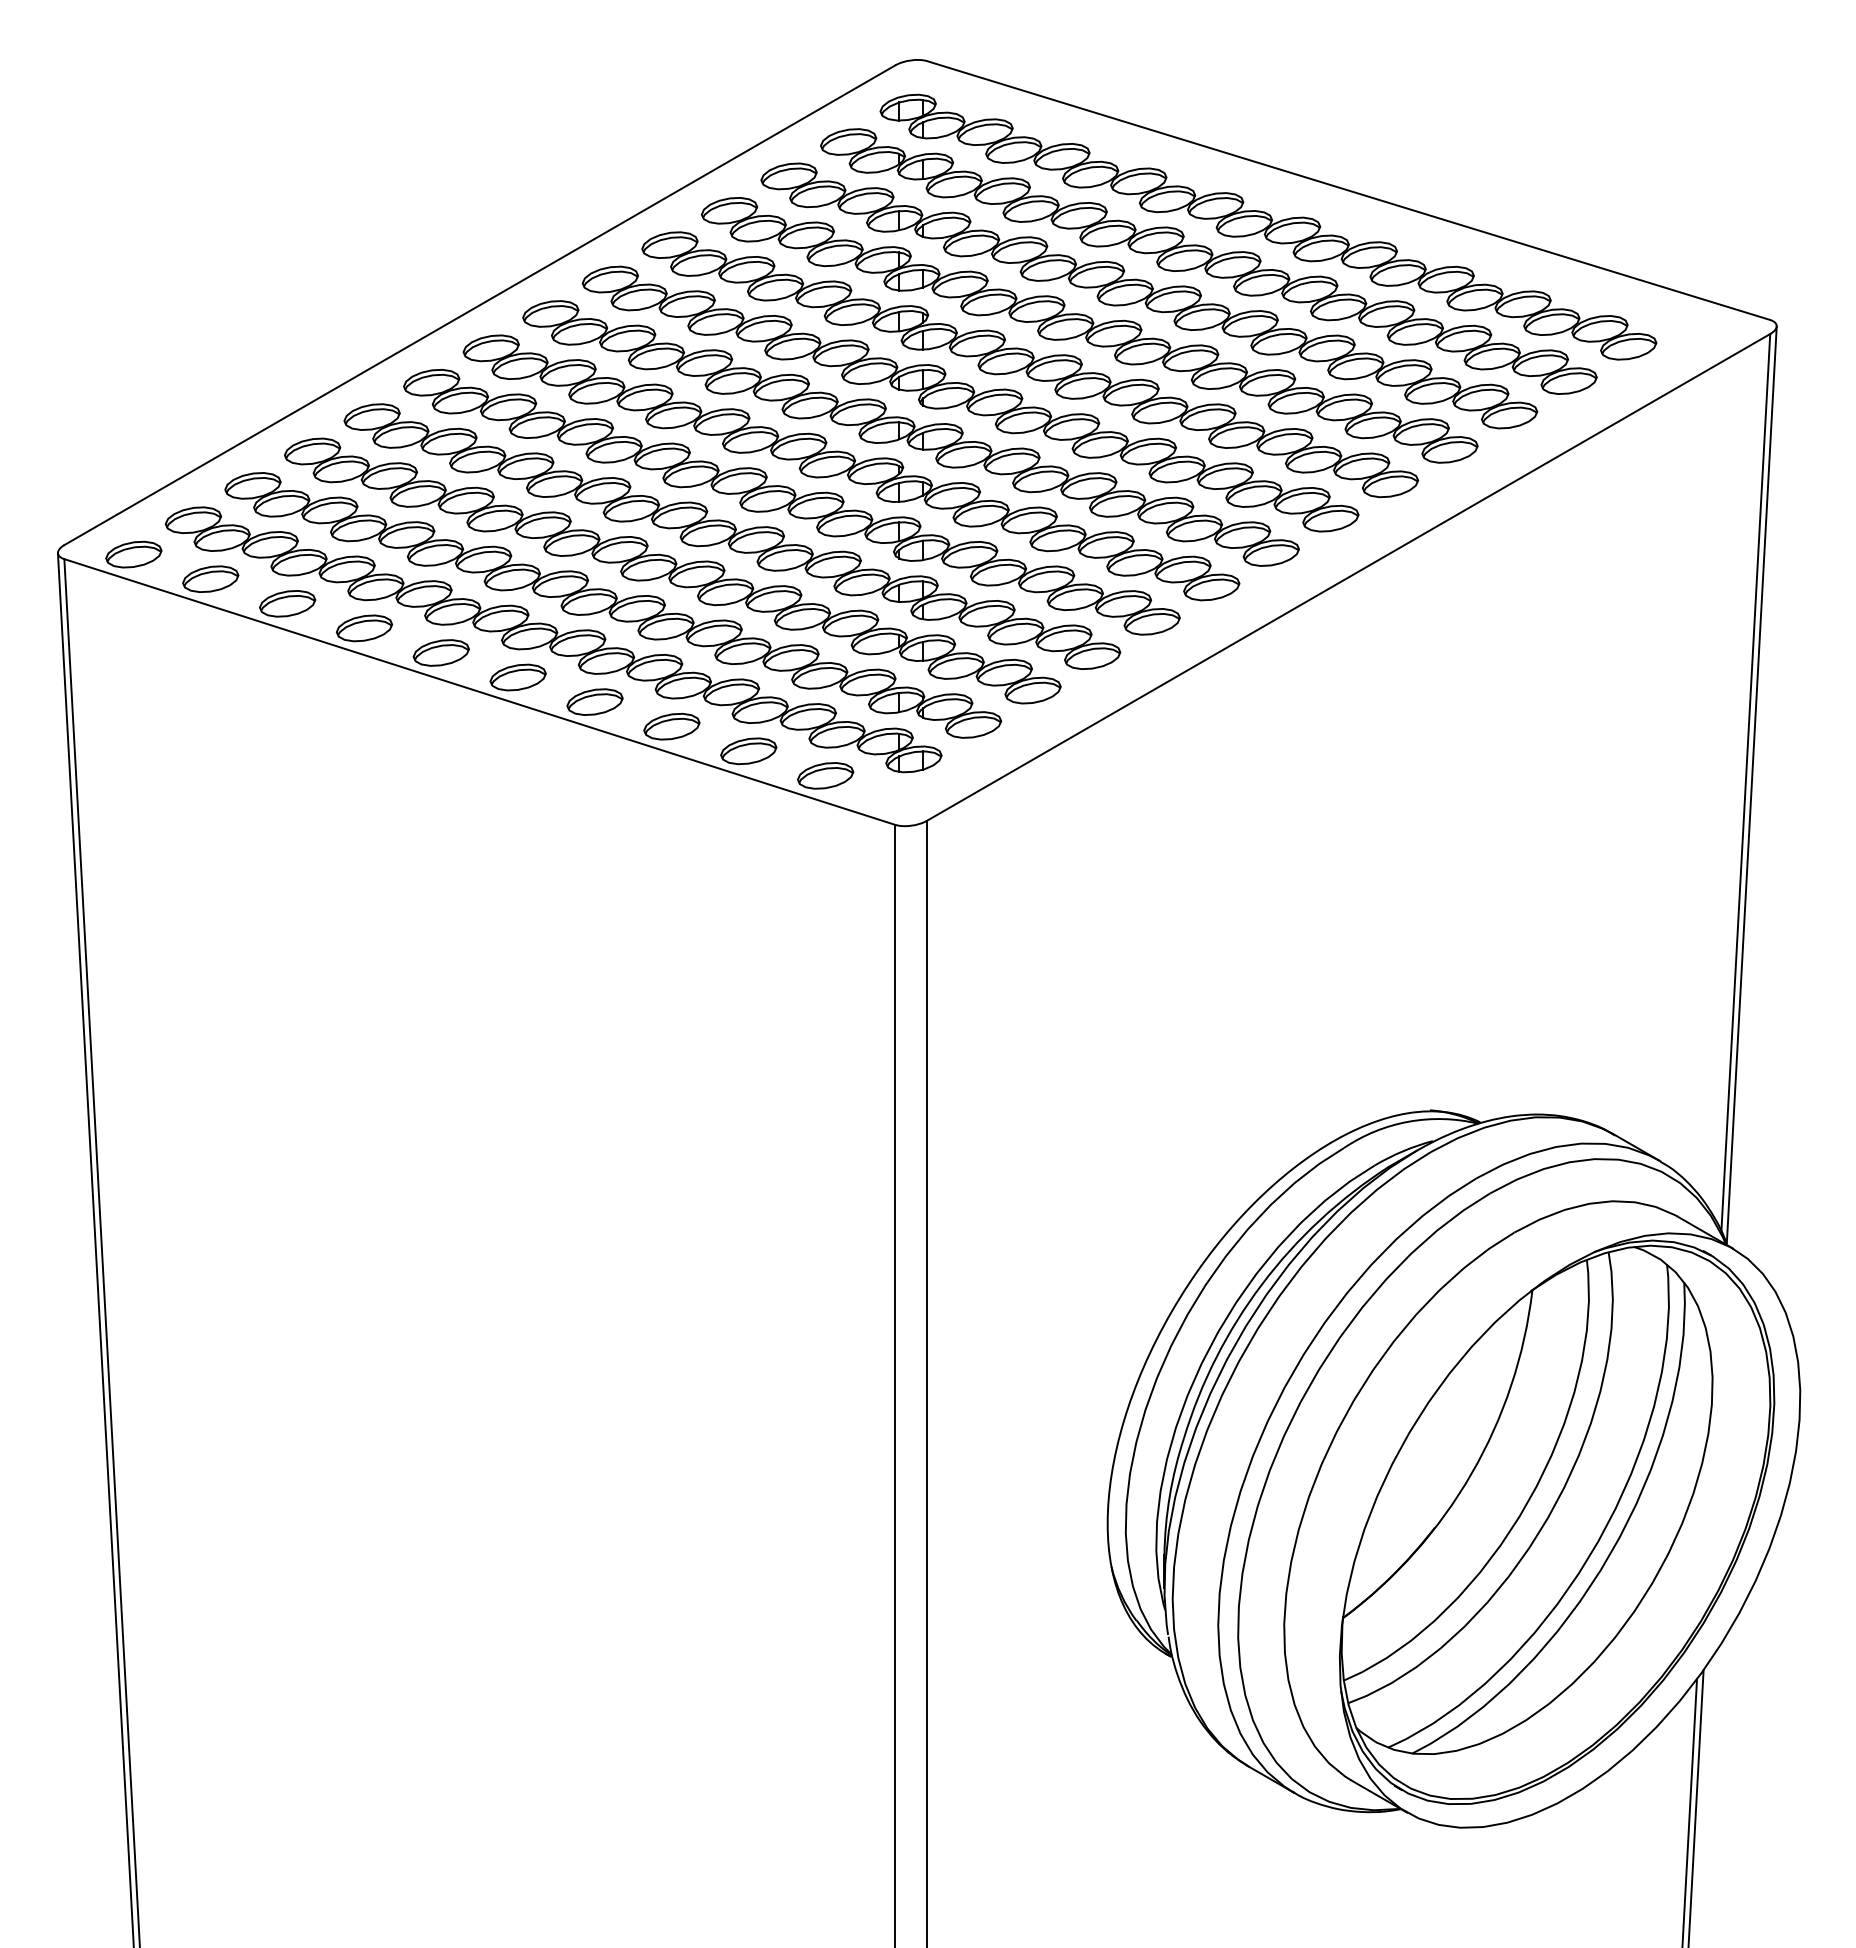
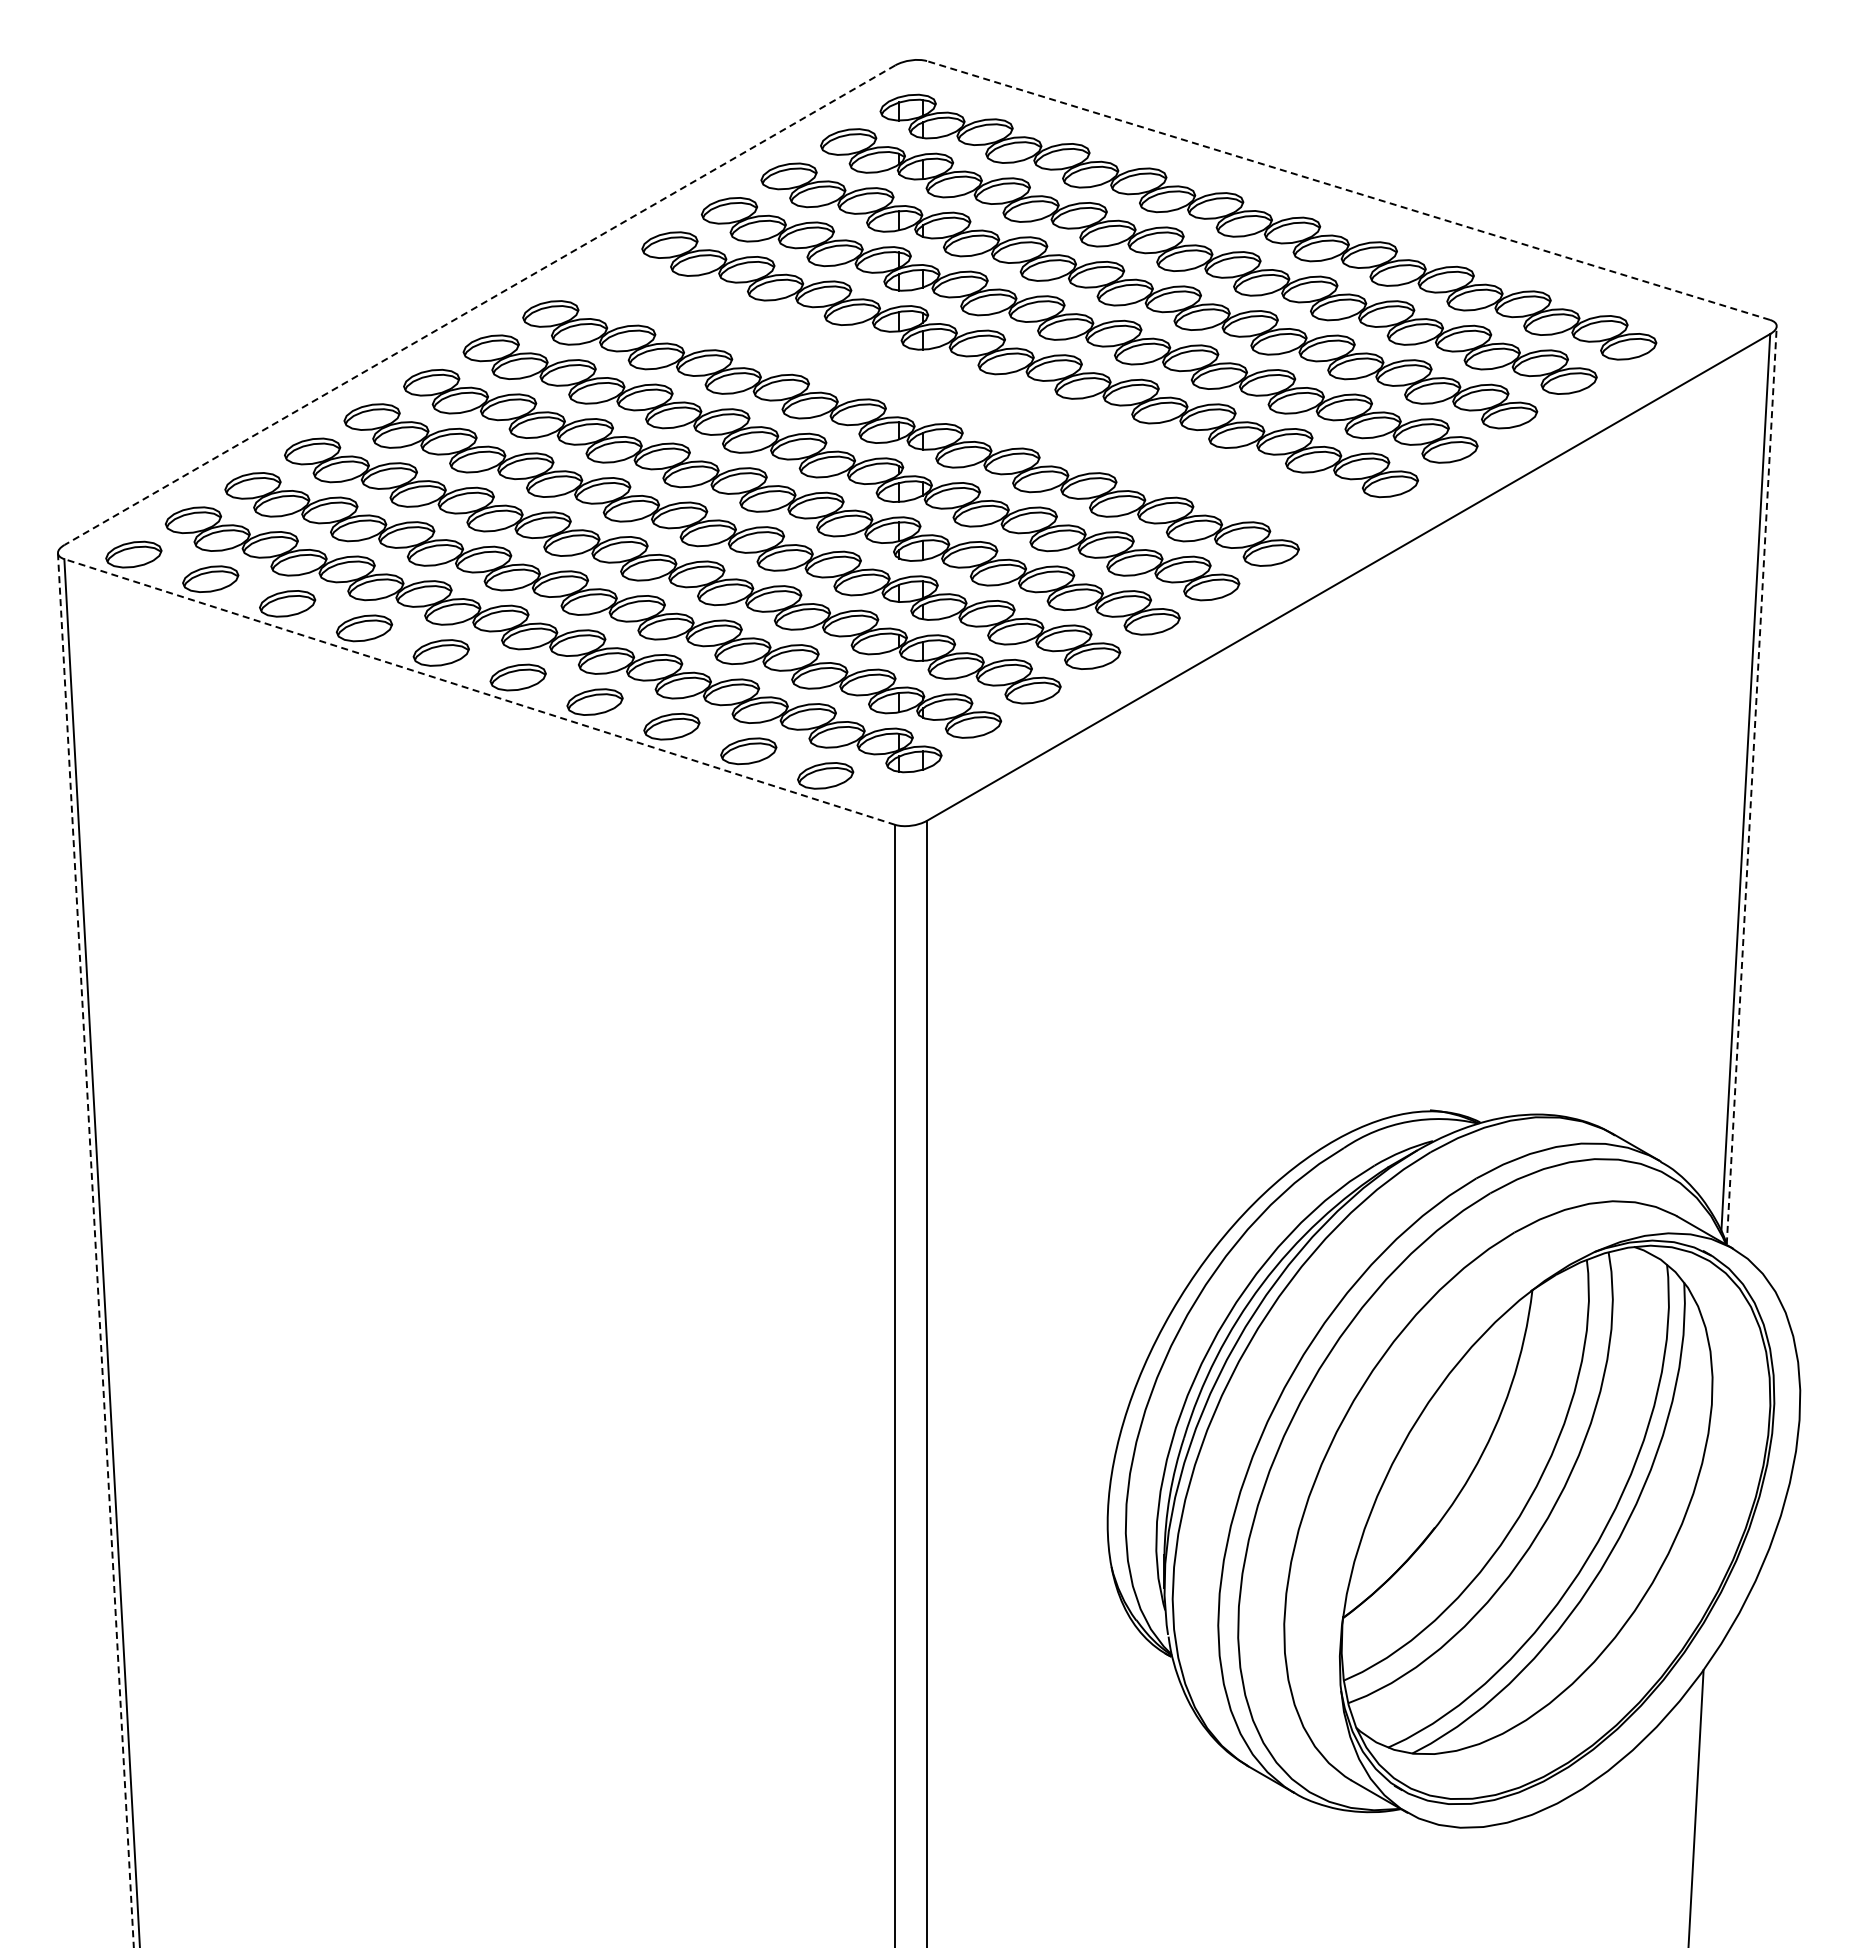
line at (1348, 190): solid -> dashed
line at (479, 305): solid -> dashed
part at (970, 398): present -> none
line at (479, 691): solid -> dashed
line at (1751, 785): solid -> dashed
line at (95, 1251): solid -> dashed
line at (1689, 1811): present -> none
